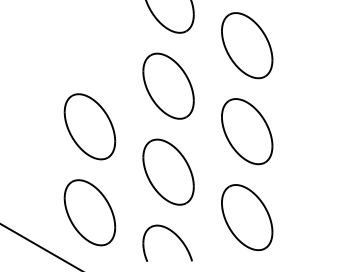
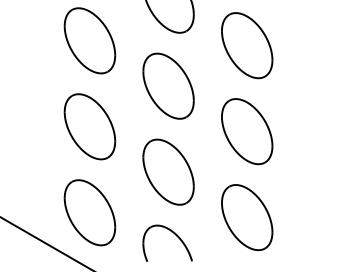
part at (89, 40): none -> present
line at (39, 246) position: (39, 246) -> (45, 243)
